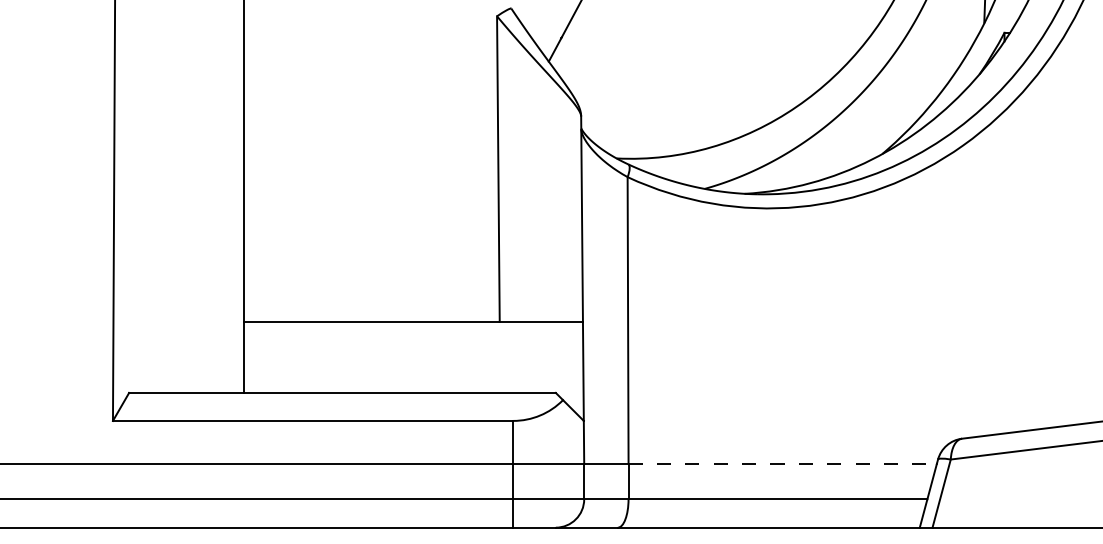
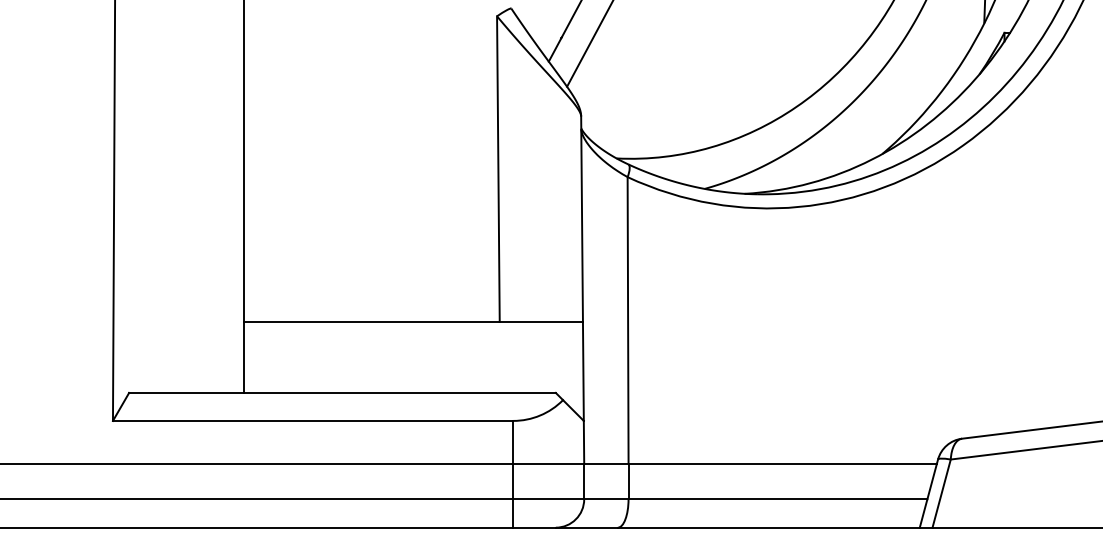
line at (589, 44): none -> present
line at (783, 463): dashed -> solid
